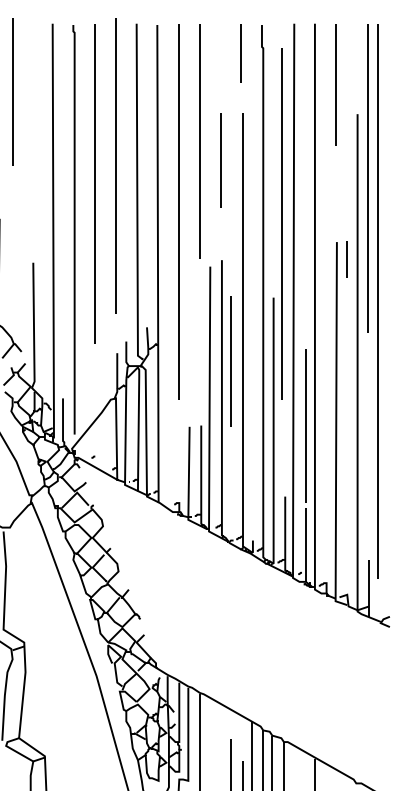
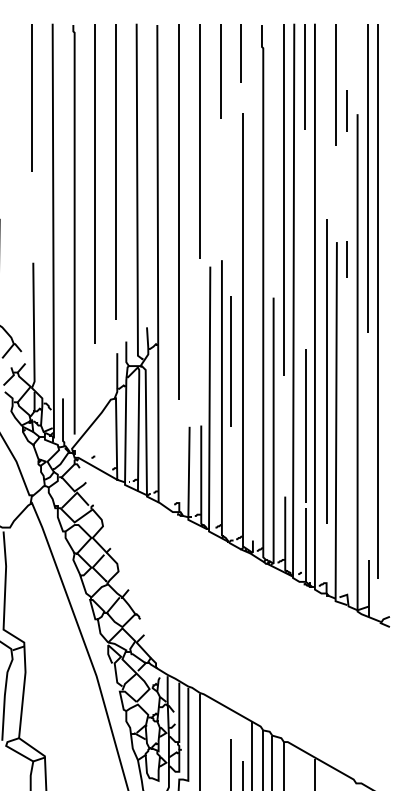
line at (304, 76): none -> present
line at (12, 91) position: (12, 91) -> (31, 97)
line at (346, 110): none -> present
line at (220, 160) position: (220, 160) -> (220, 71)
line at (115, 165) position: (115, 165) -> (115, 171)
line at (281, 223) position: (281, 223) -> (283, 199)
line at (326, 371): none -> present
